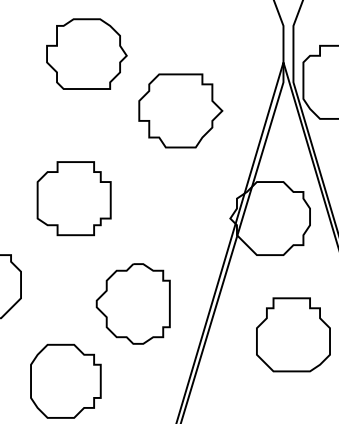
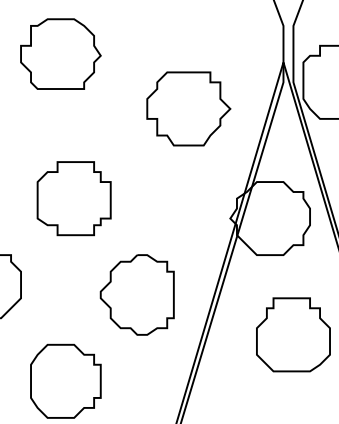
part at (86, 53) position: (86, 53) -> (60, 53)
part at (180, 110) position: (180, 110) -> (188, 108)
part at (132, 303) position: (132, 303) -> (136, 294)
